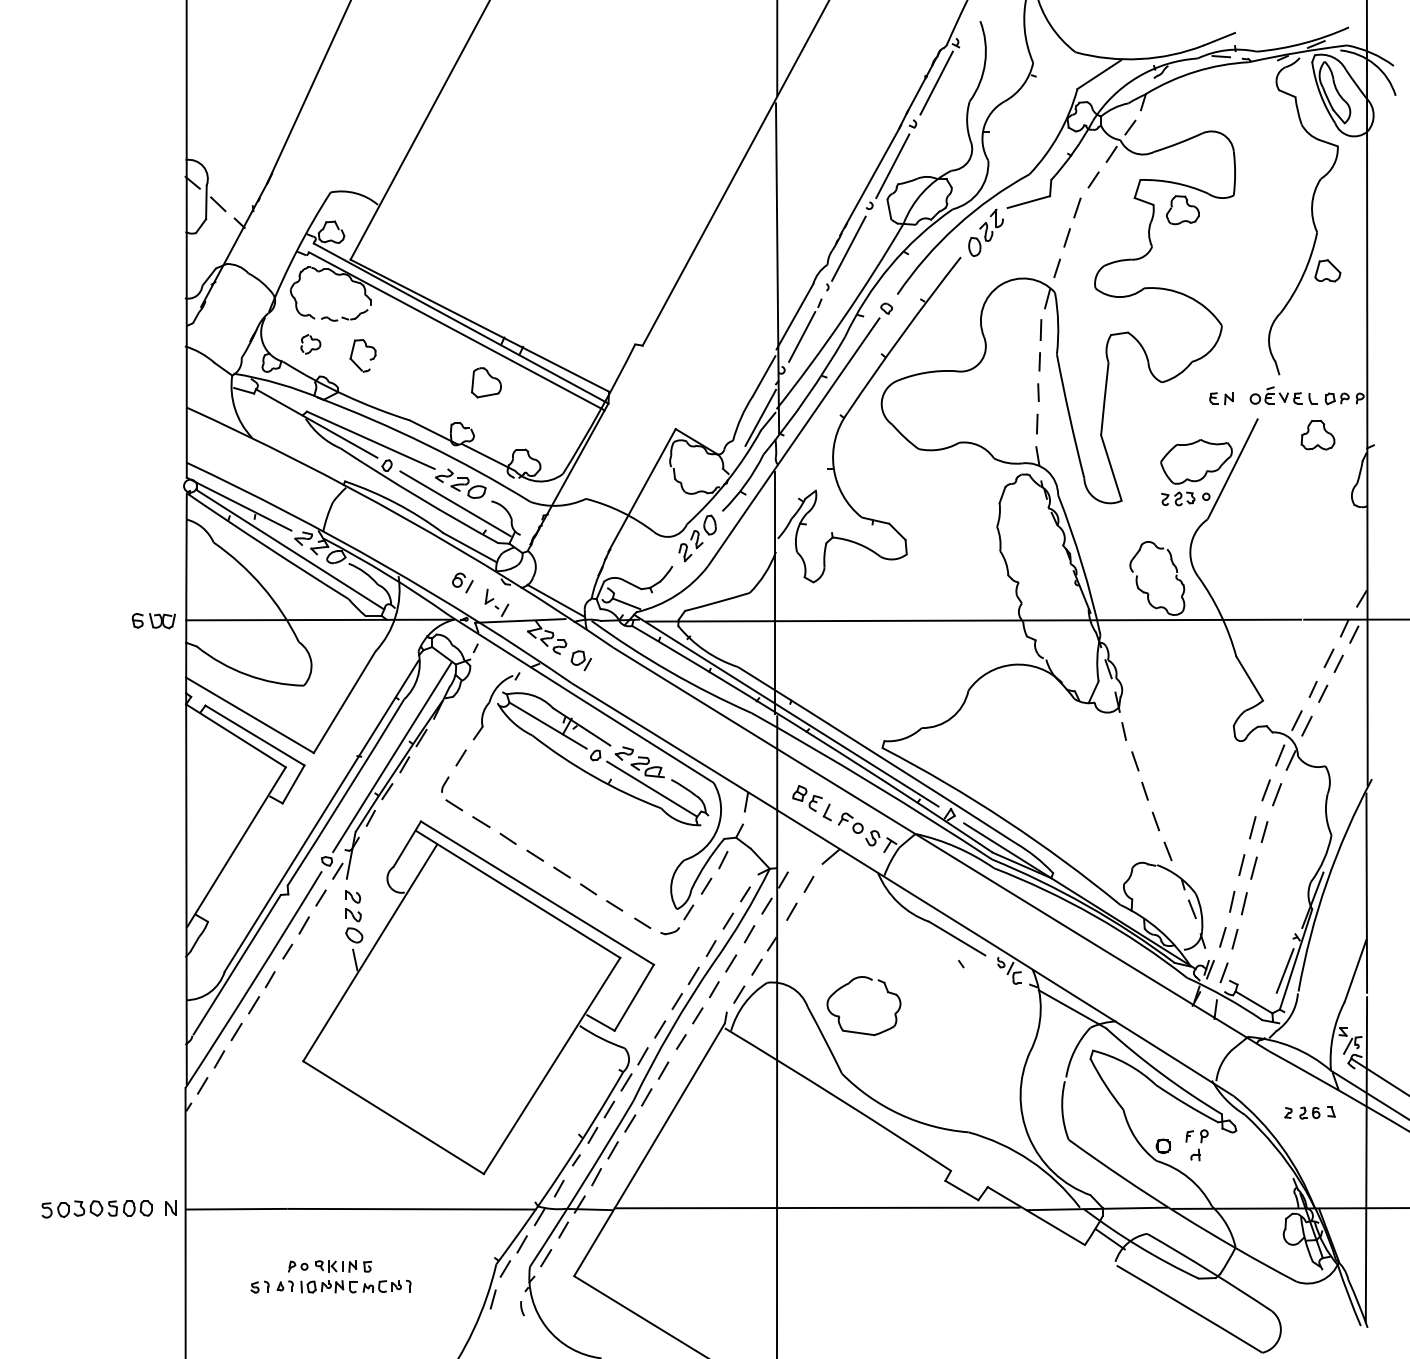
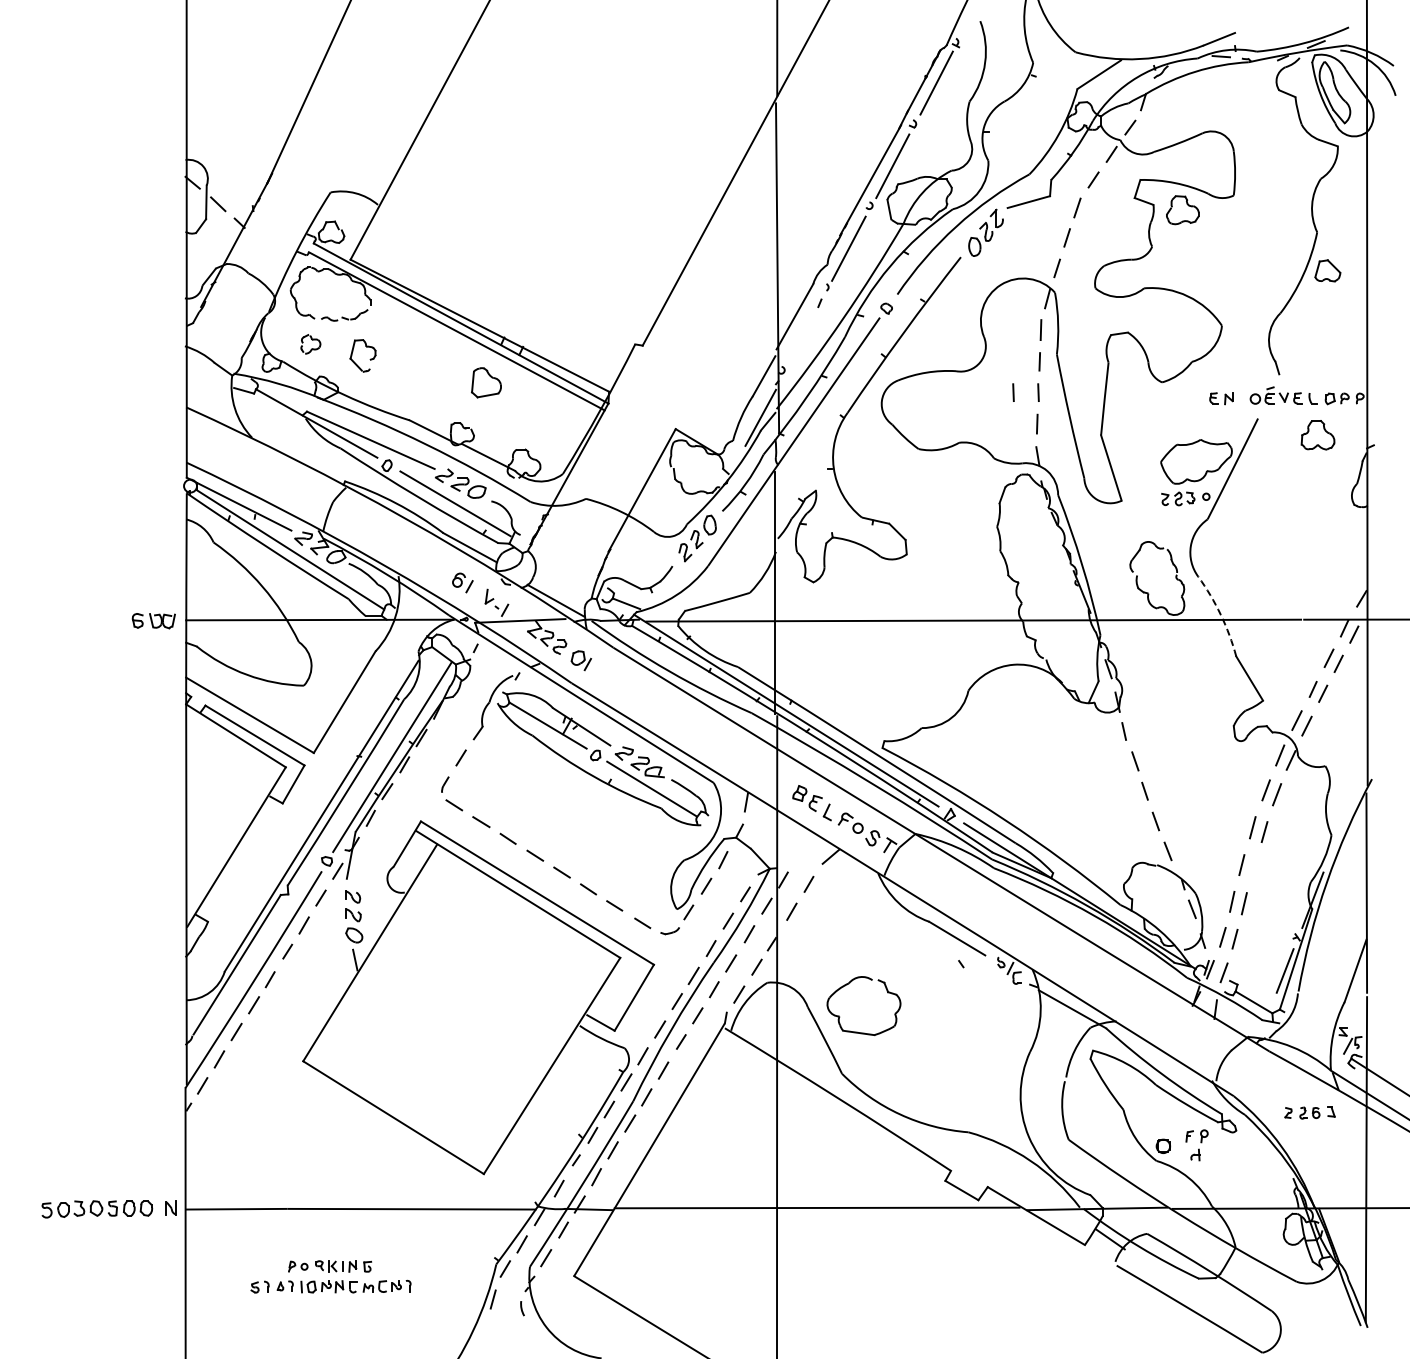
line at (802, 336): present -> none
line at (1013, 392): none -> present
arc at (1220, 614): solid -> dashed
line at (1253, 867): present -> none
